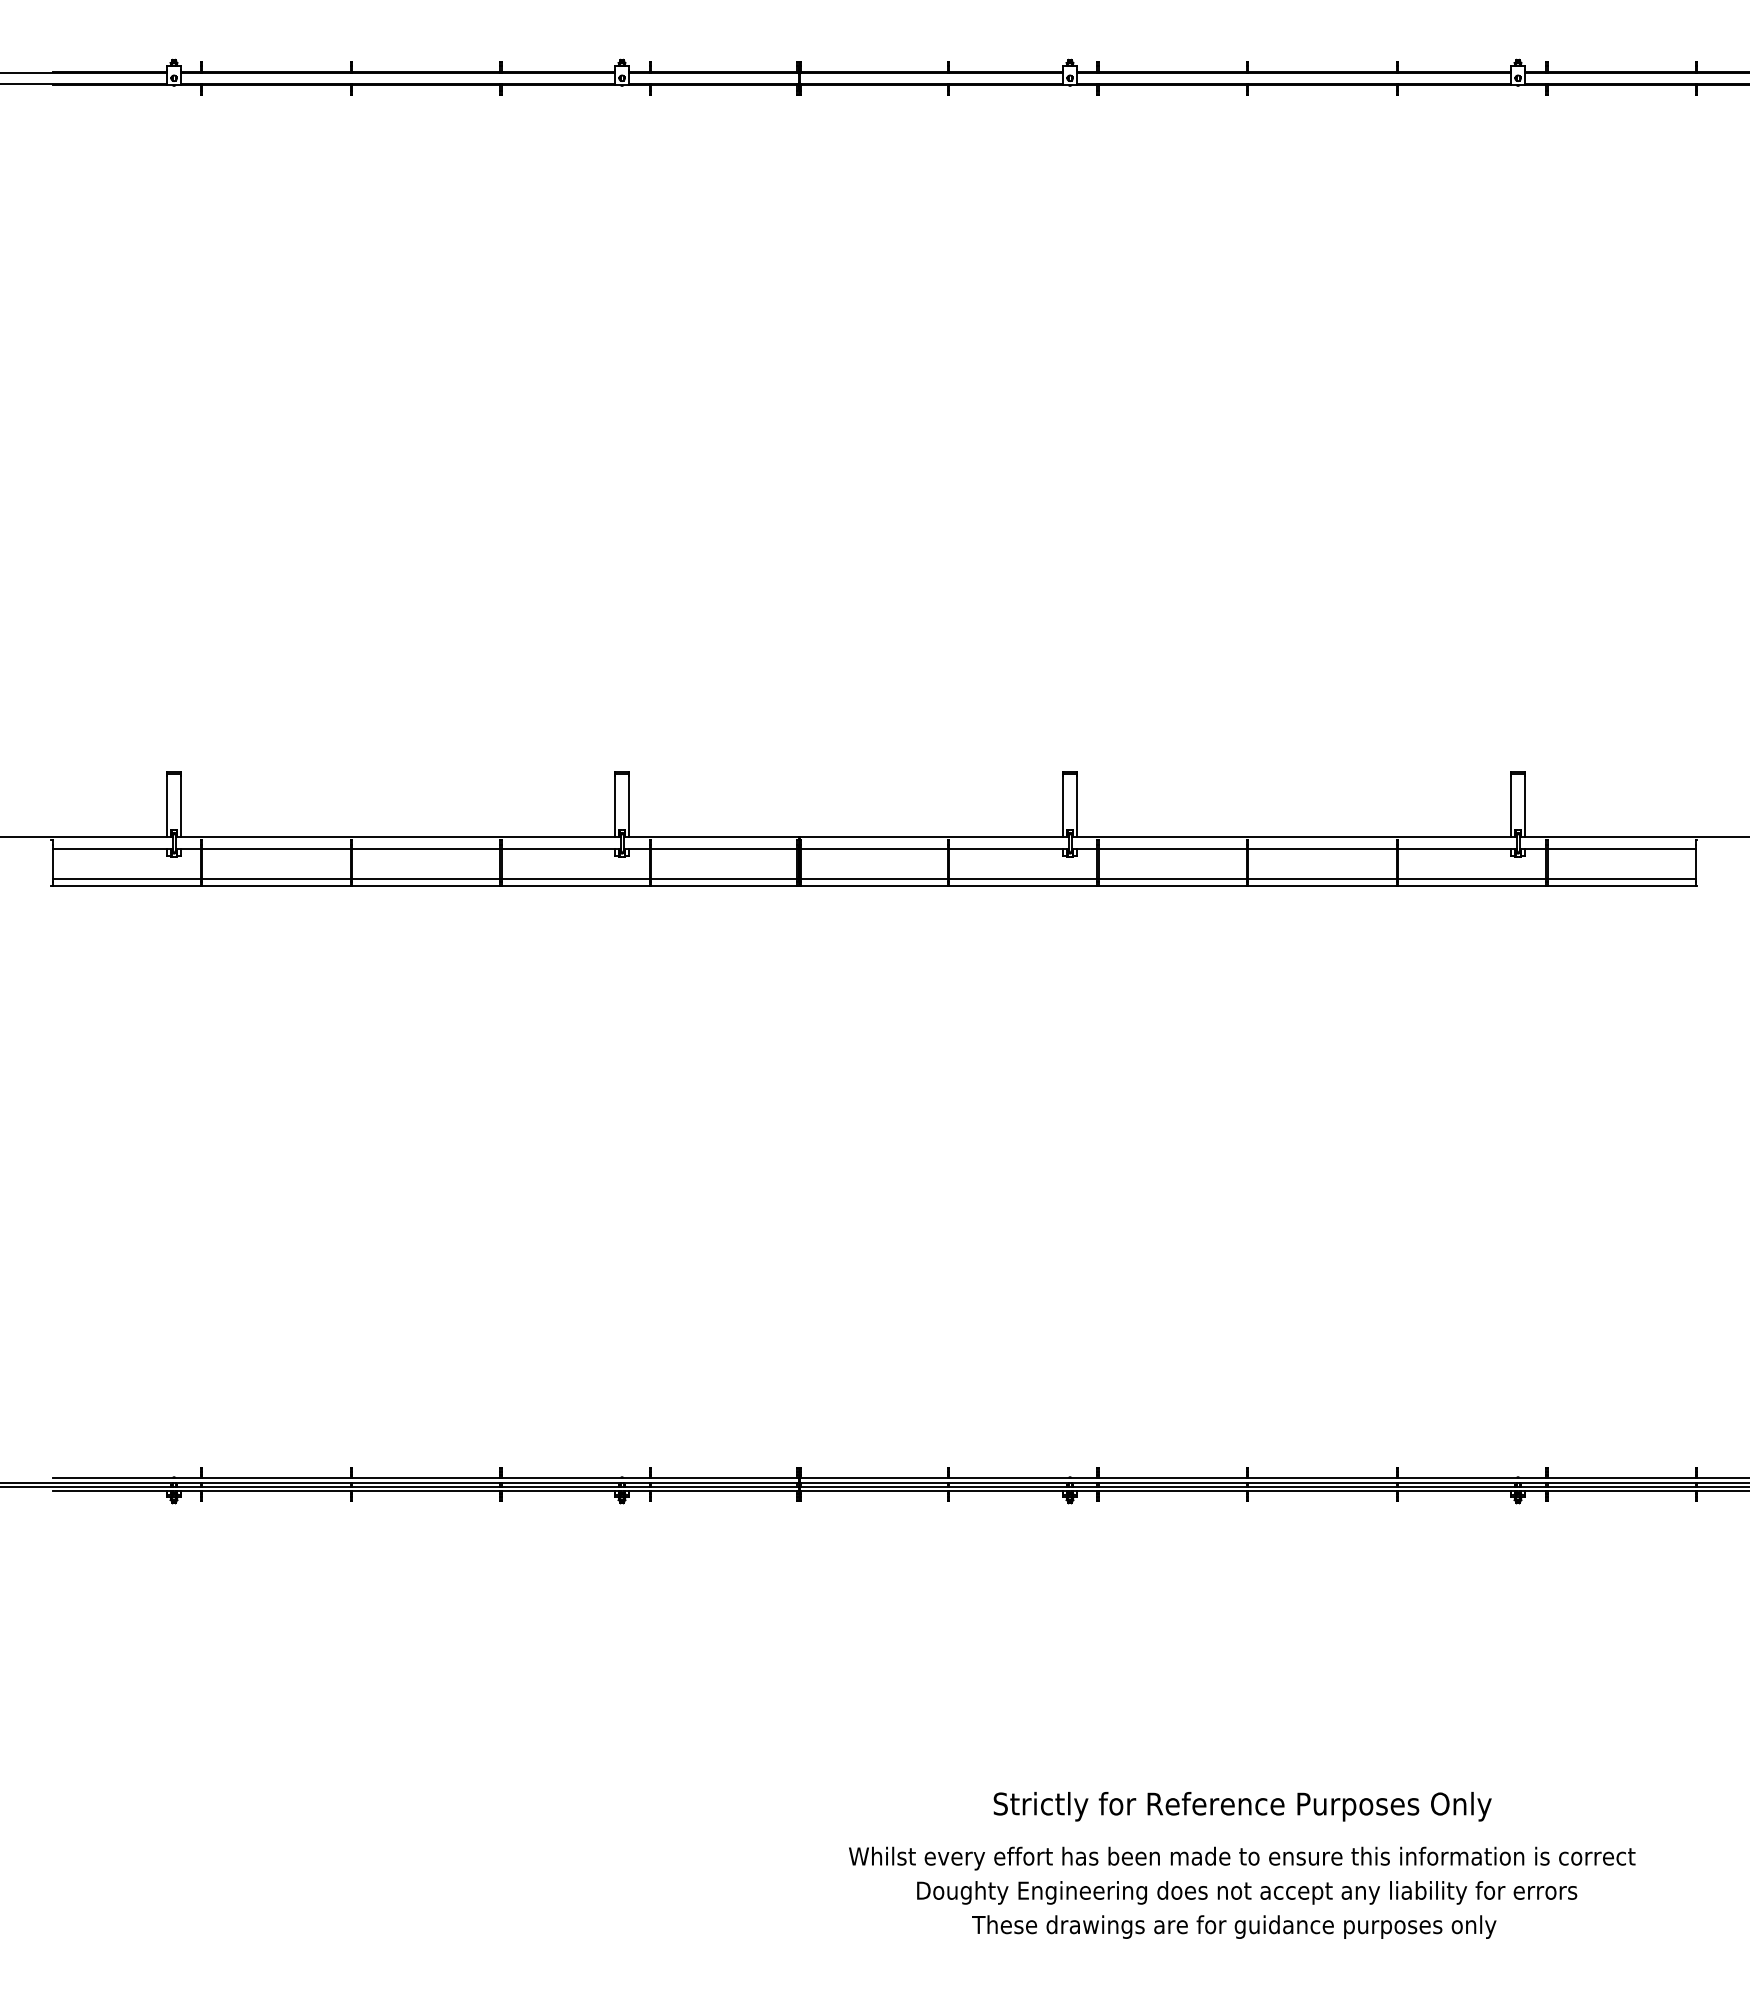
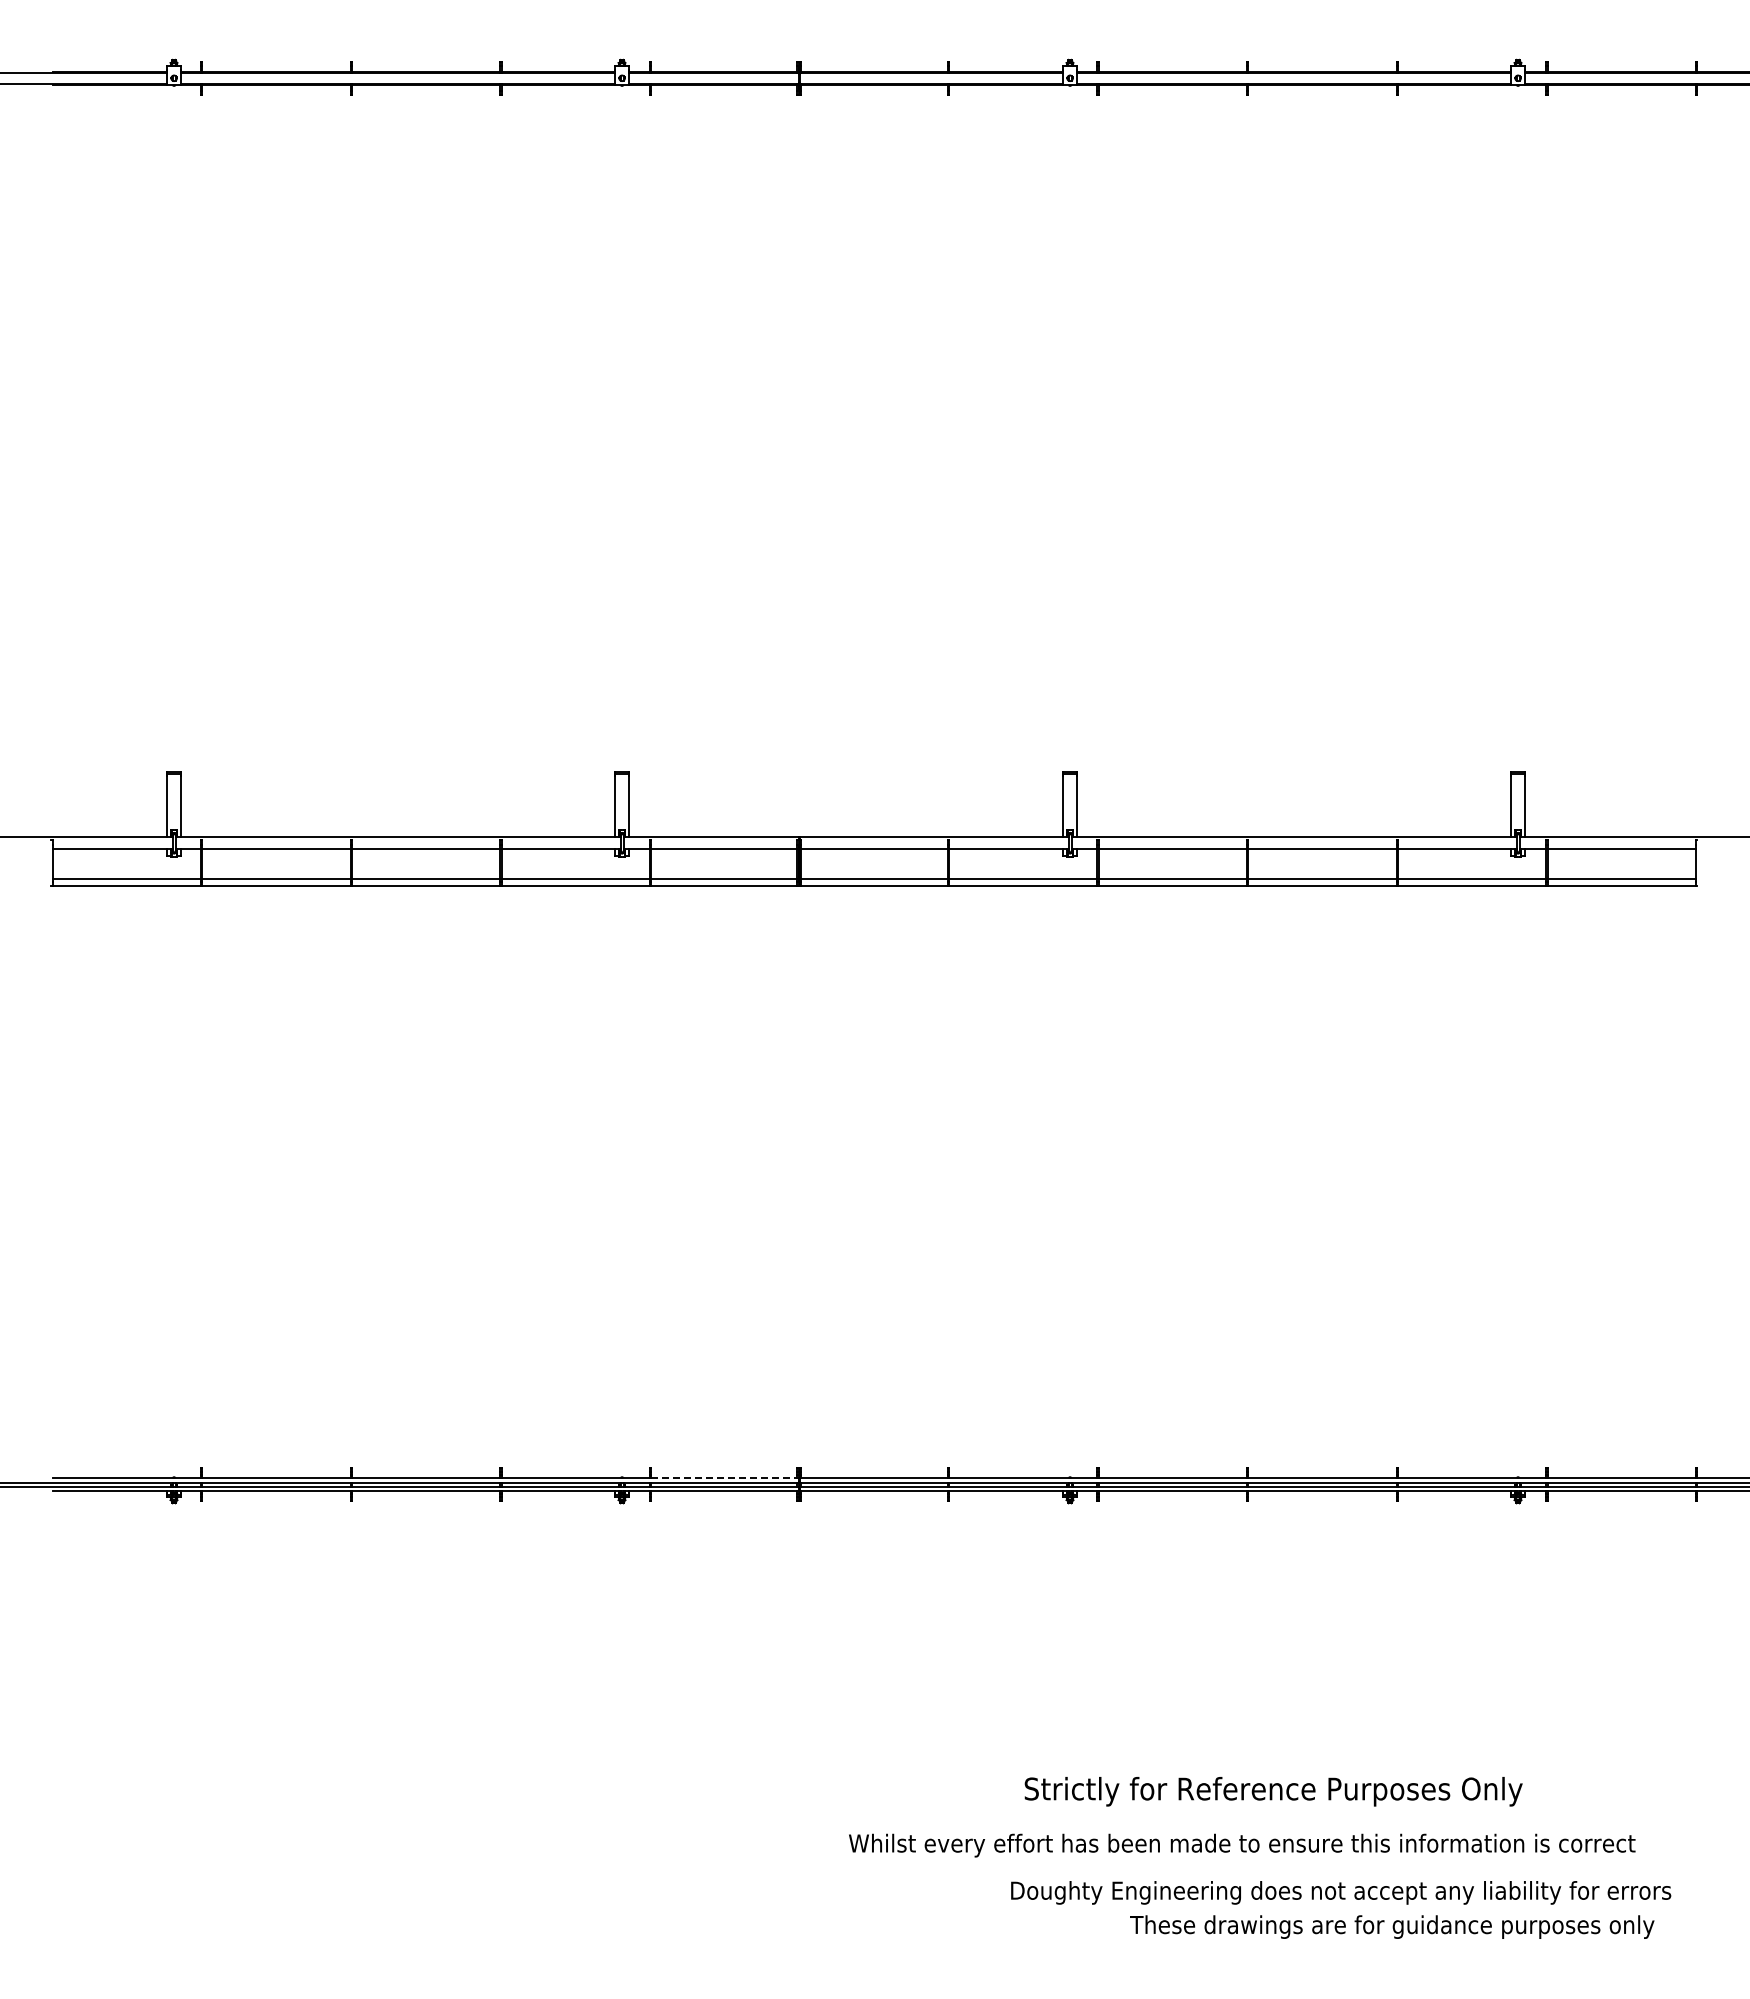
line at (724, 1478): solid -> dashed
text at (1242, 1806) position: (1242, 1806) -> (1273, 1791)
text at (1242, 1858) position: (1242, 1858) -> (1242, 1845)
text at (1247, 1892) position: (1247, 1892) -> (1341, 1892)
text at (1234, 1926) position: (1234, 1926) -> (1392, 1926)
